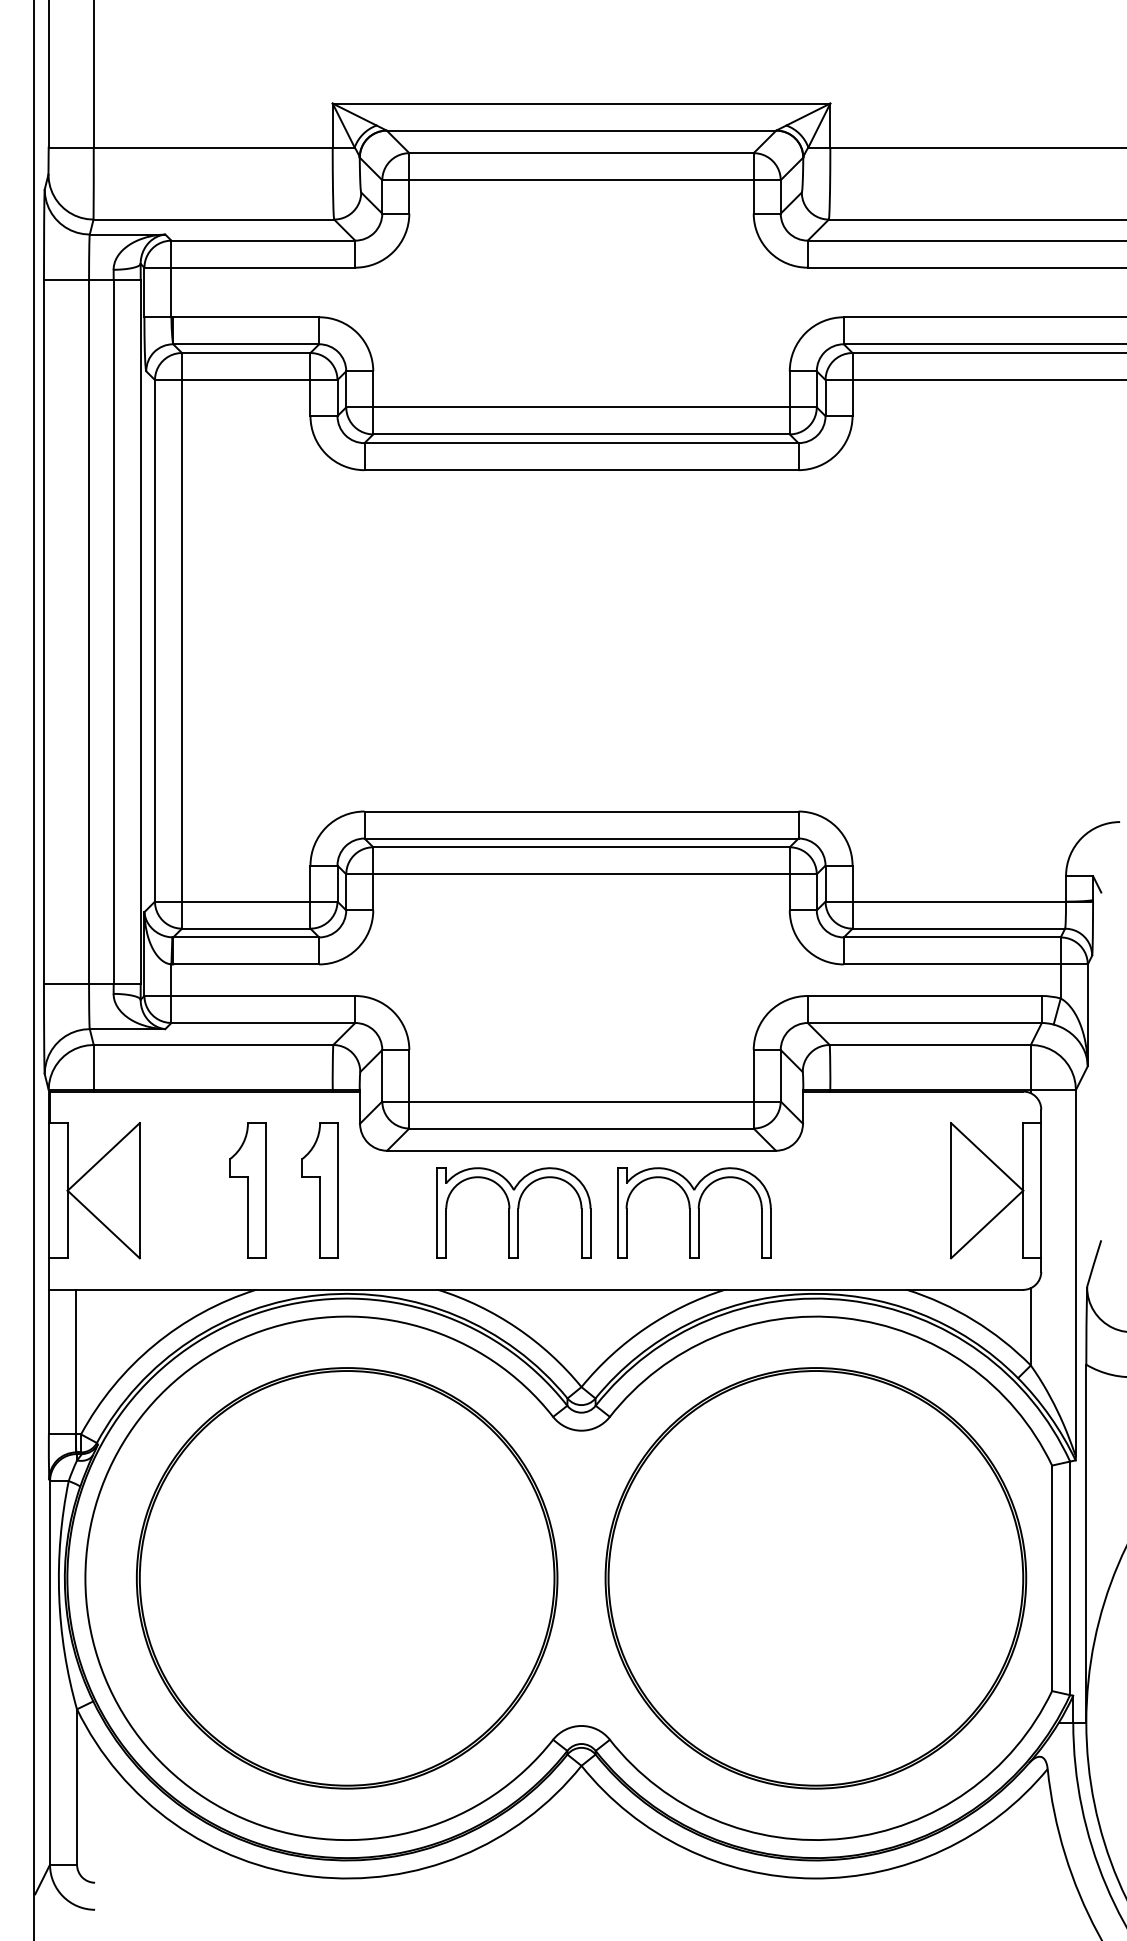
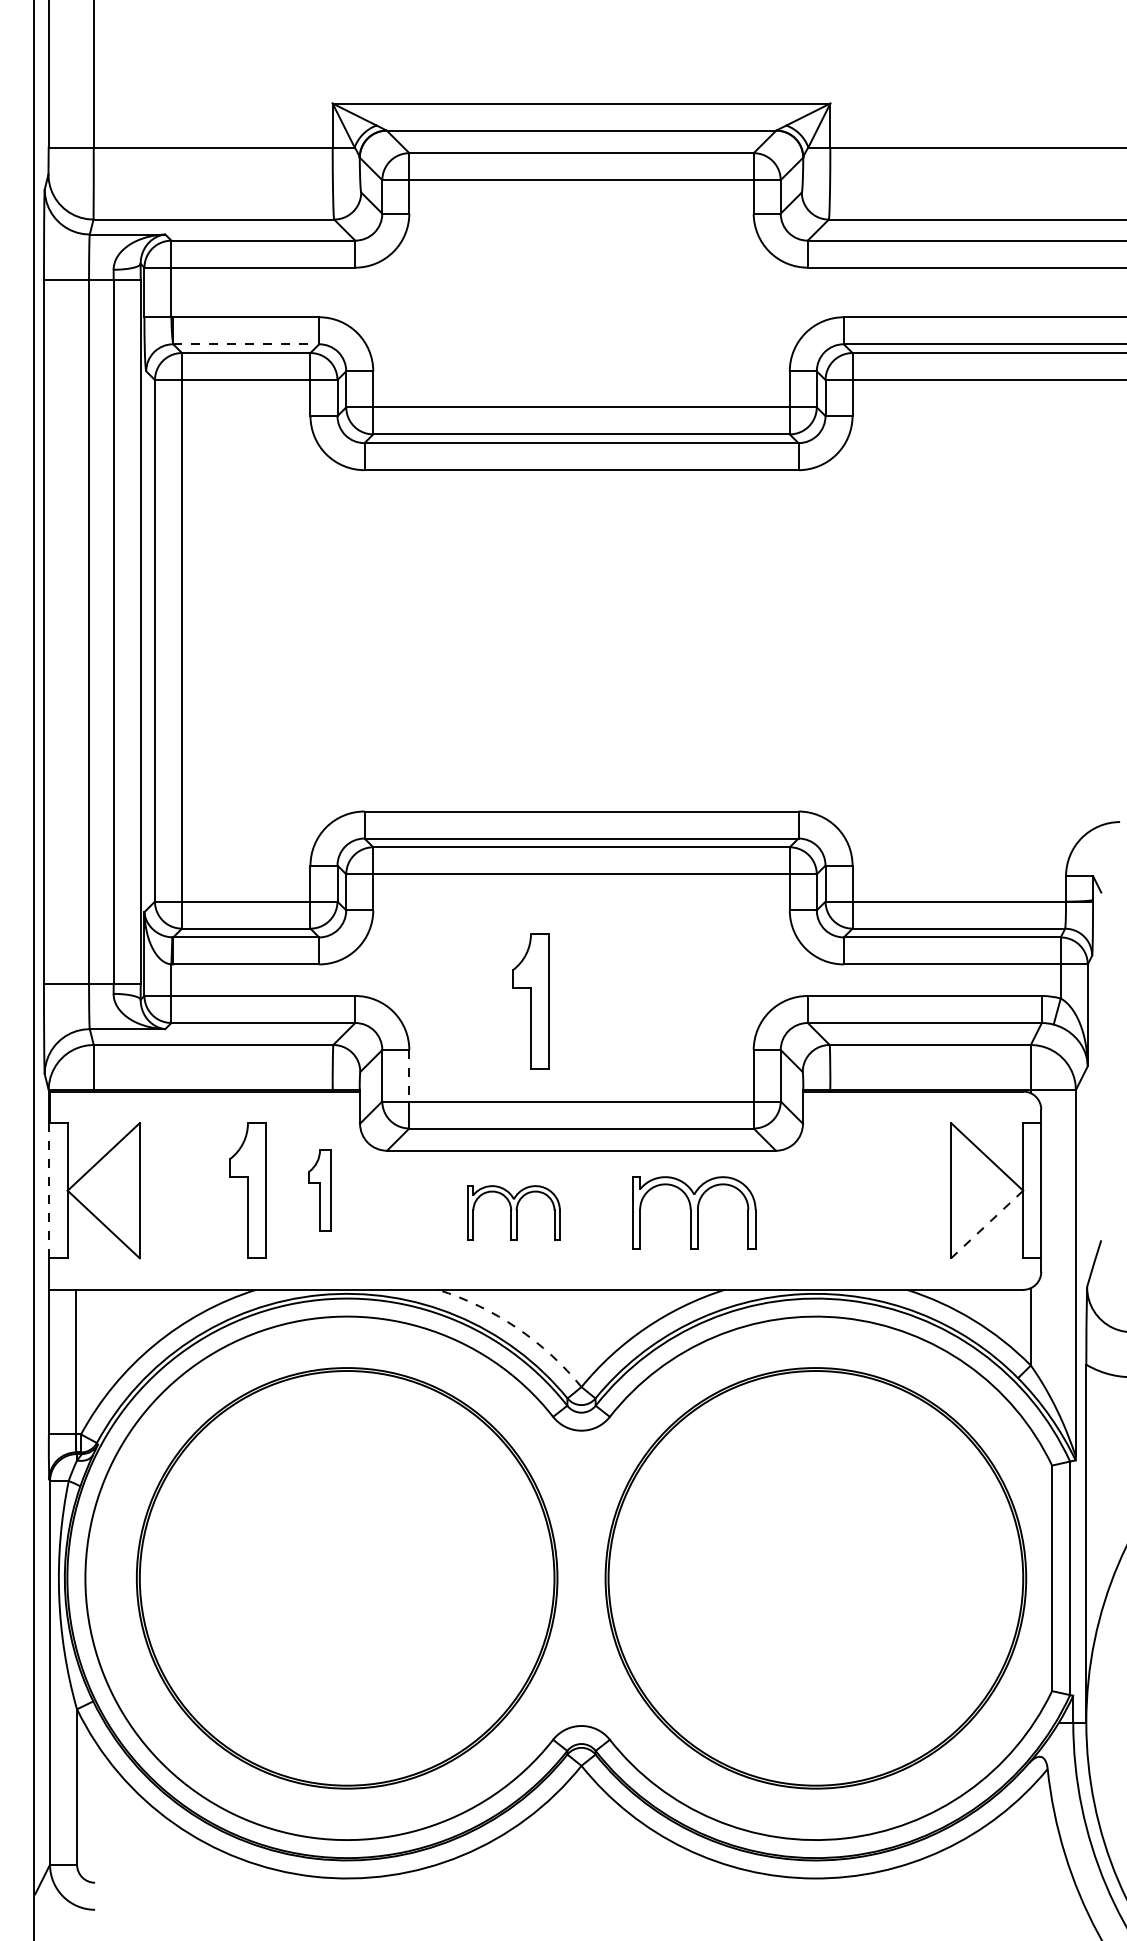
line at (246, 344): solid -> dashed
part at (530, 1001): none -> present
line at (409, 1075): solid -> dashed
line at (48, 1190): solid -> dashed
part at (319, 1190) size: 38x137 px -> 24x83 px
part at (513, 1212) size: 156x92 px -> 94x56 px
part at (694, 1212) size: 155x92 px -> 125x74 px
line at (986, 1224): solid -> dashed
arc at (517, 1328): solid -> dashed
